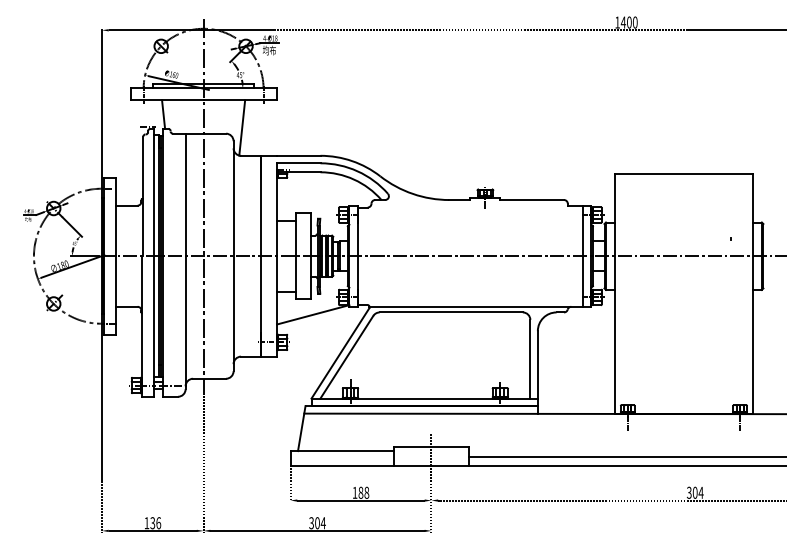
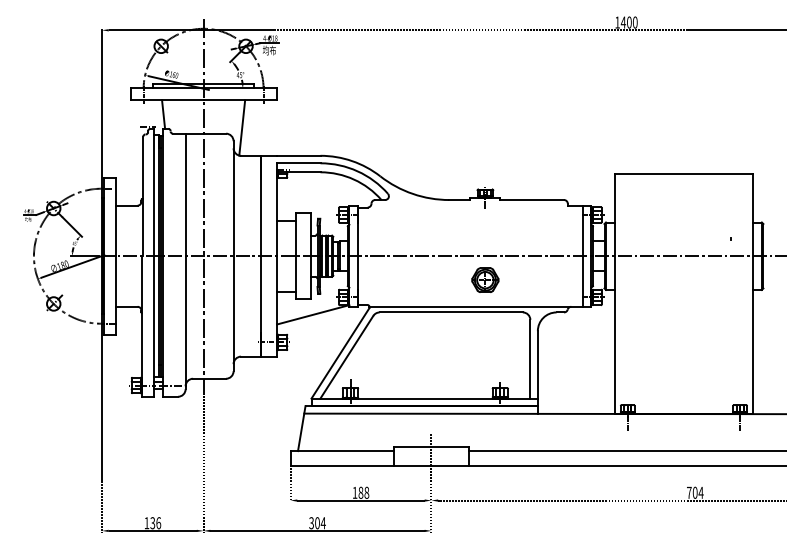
part at (485, 279): none -> present
line at (625, 457) position: (625, 457) -> (625, 451)
text at (688, 492): 304 -> 704
